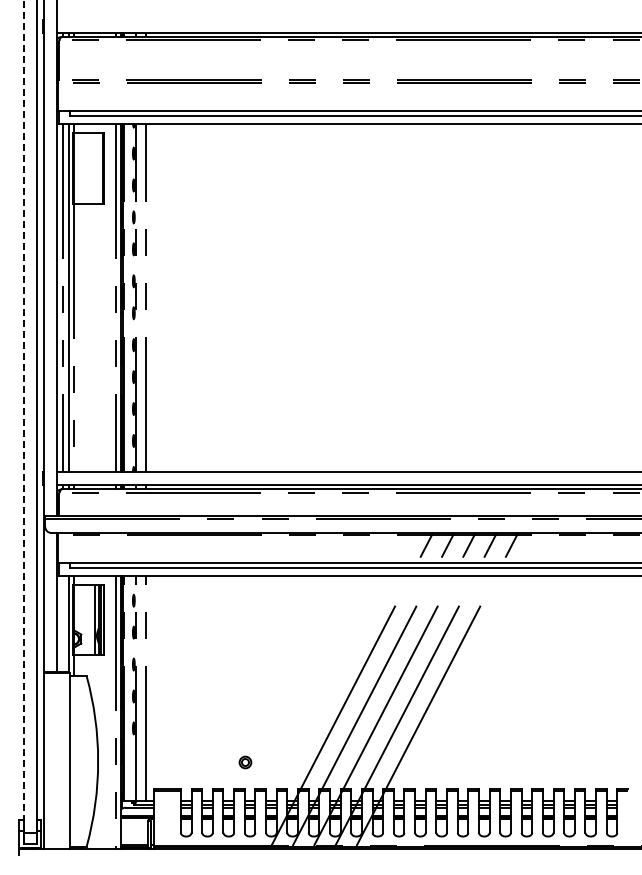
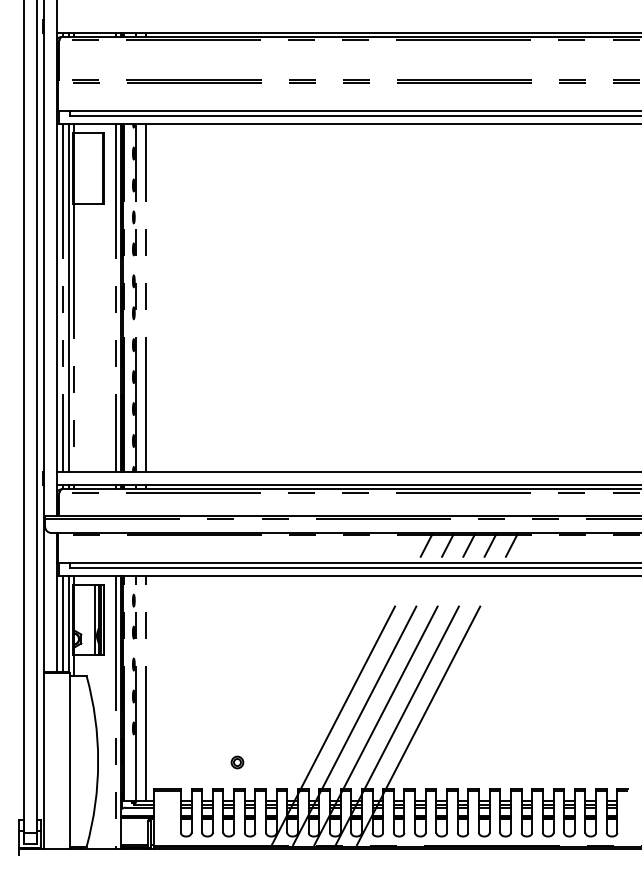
line at (23, 416): dashed -> solid
line at (62, 624): none -> present
part at (245, 762) position: (245, 762) -> (237, 762)
